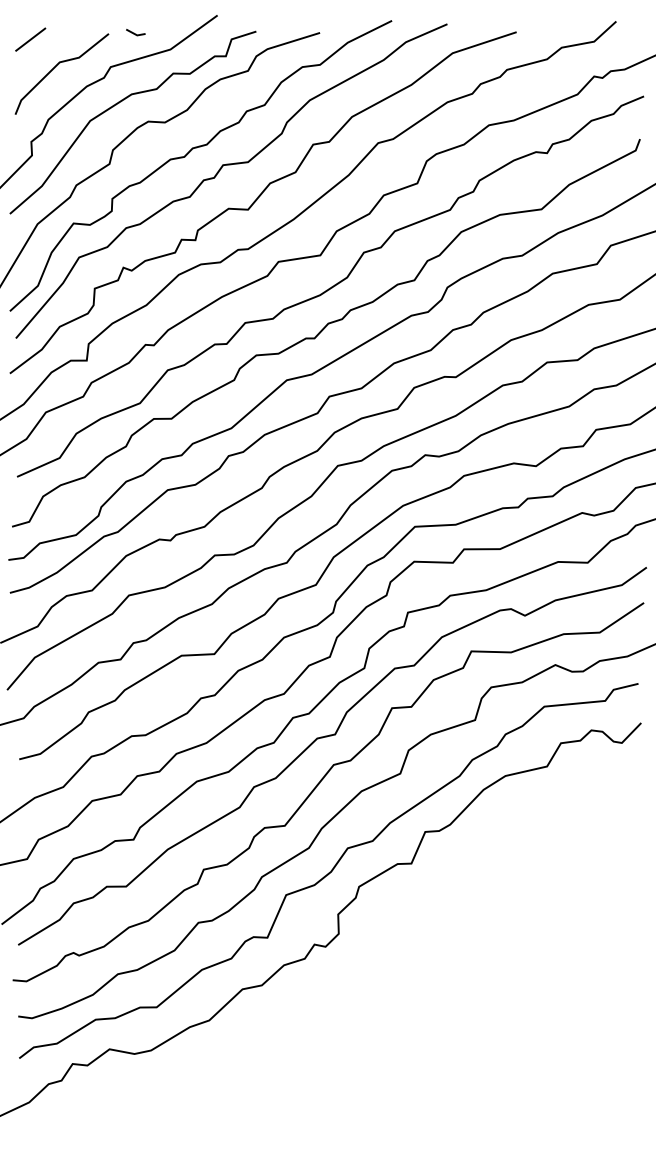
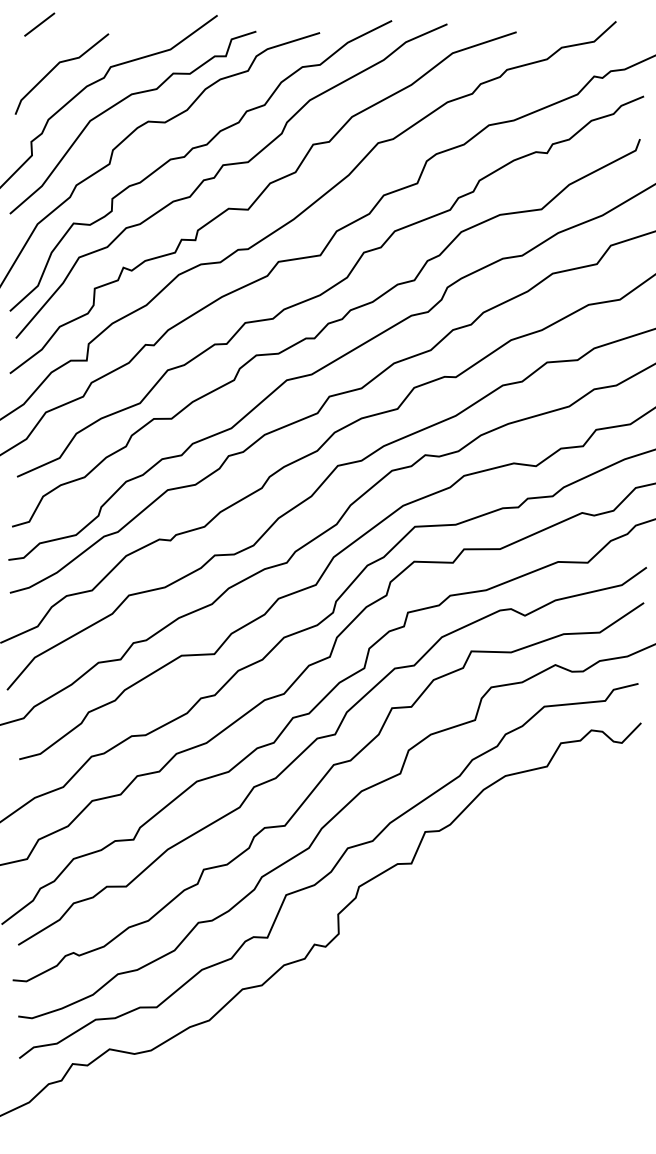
line at (134, 32): present -> none
line at (30, 39) position: (30, 39) -> (39, 24)
